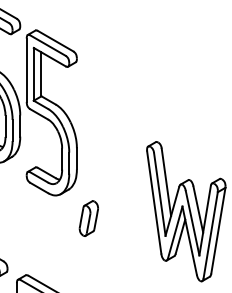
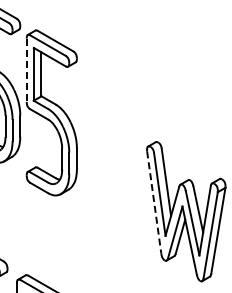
line at (26, 70): solid -> dashed
line at (154, 202): solid -> dashed
part at (88, 218): present -> none
